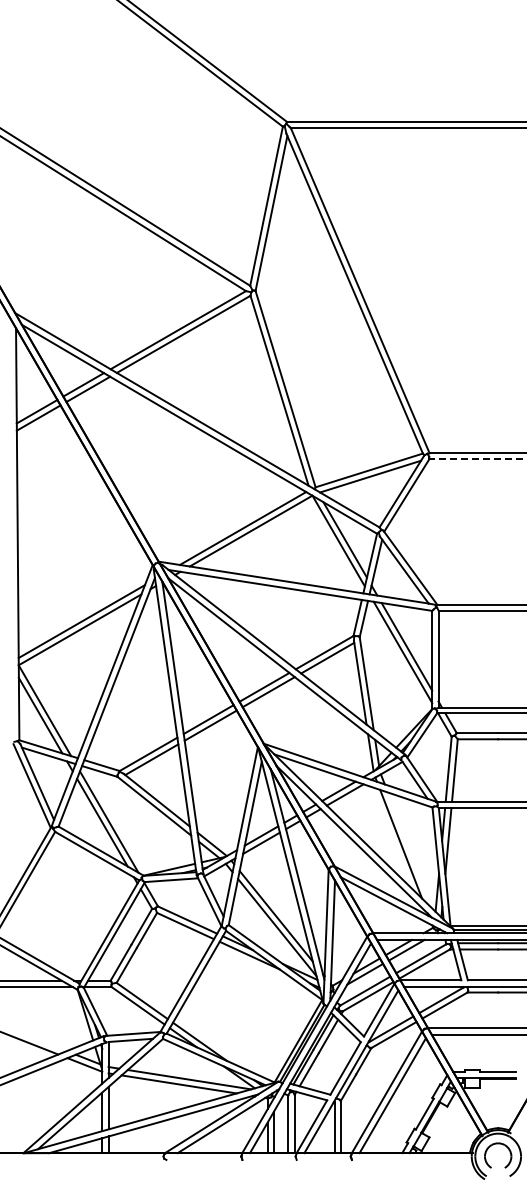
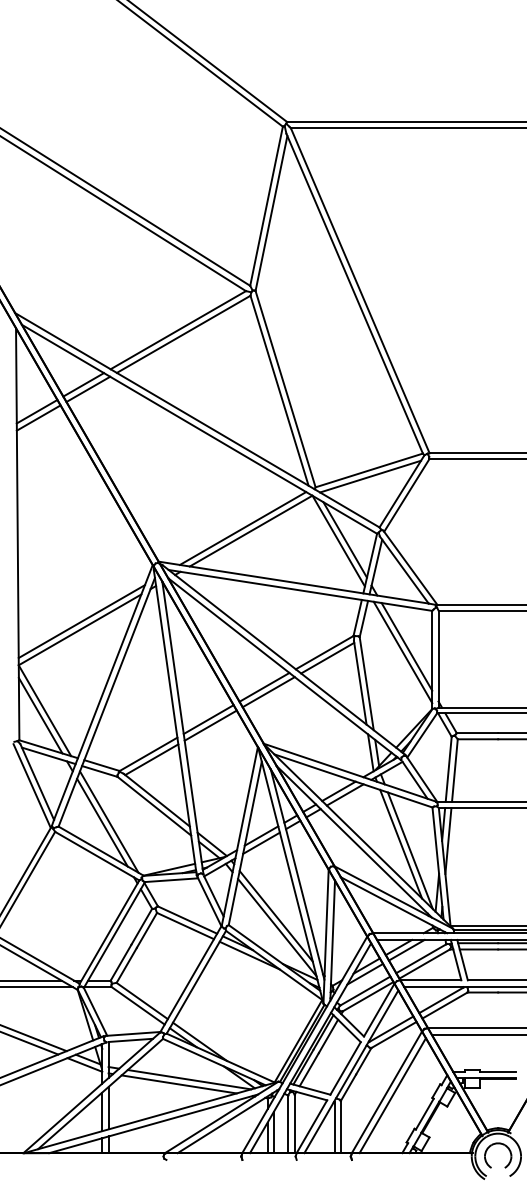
line at (477, 459): dashed -> solid
line at (409, 850): none -> present
line at (34, 1038): none -> present
